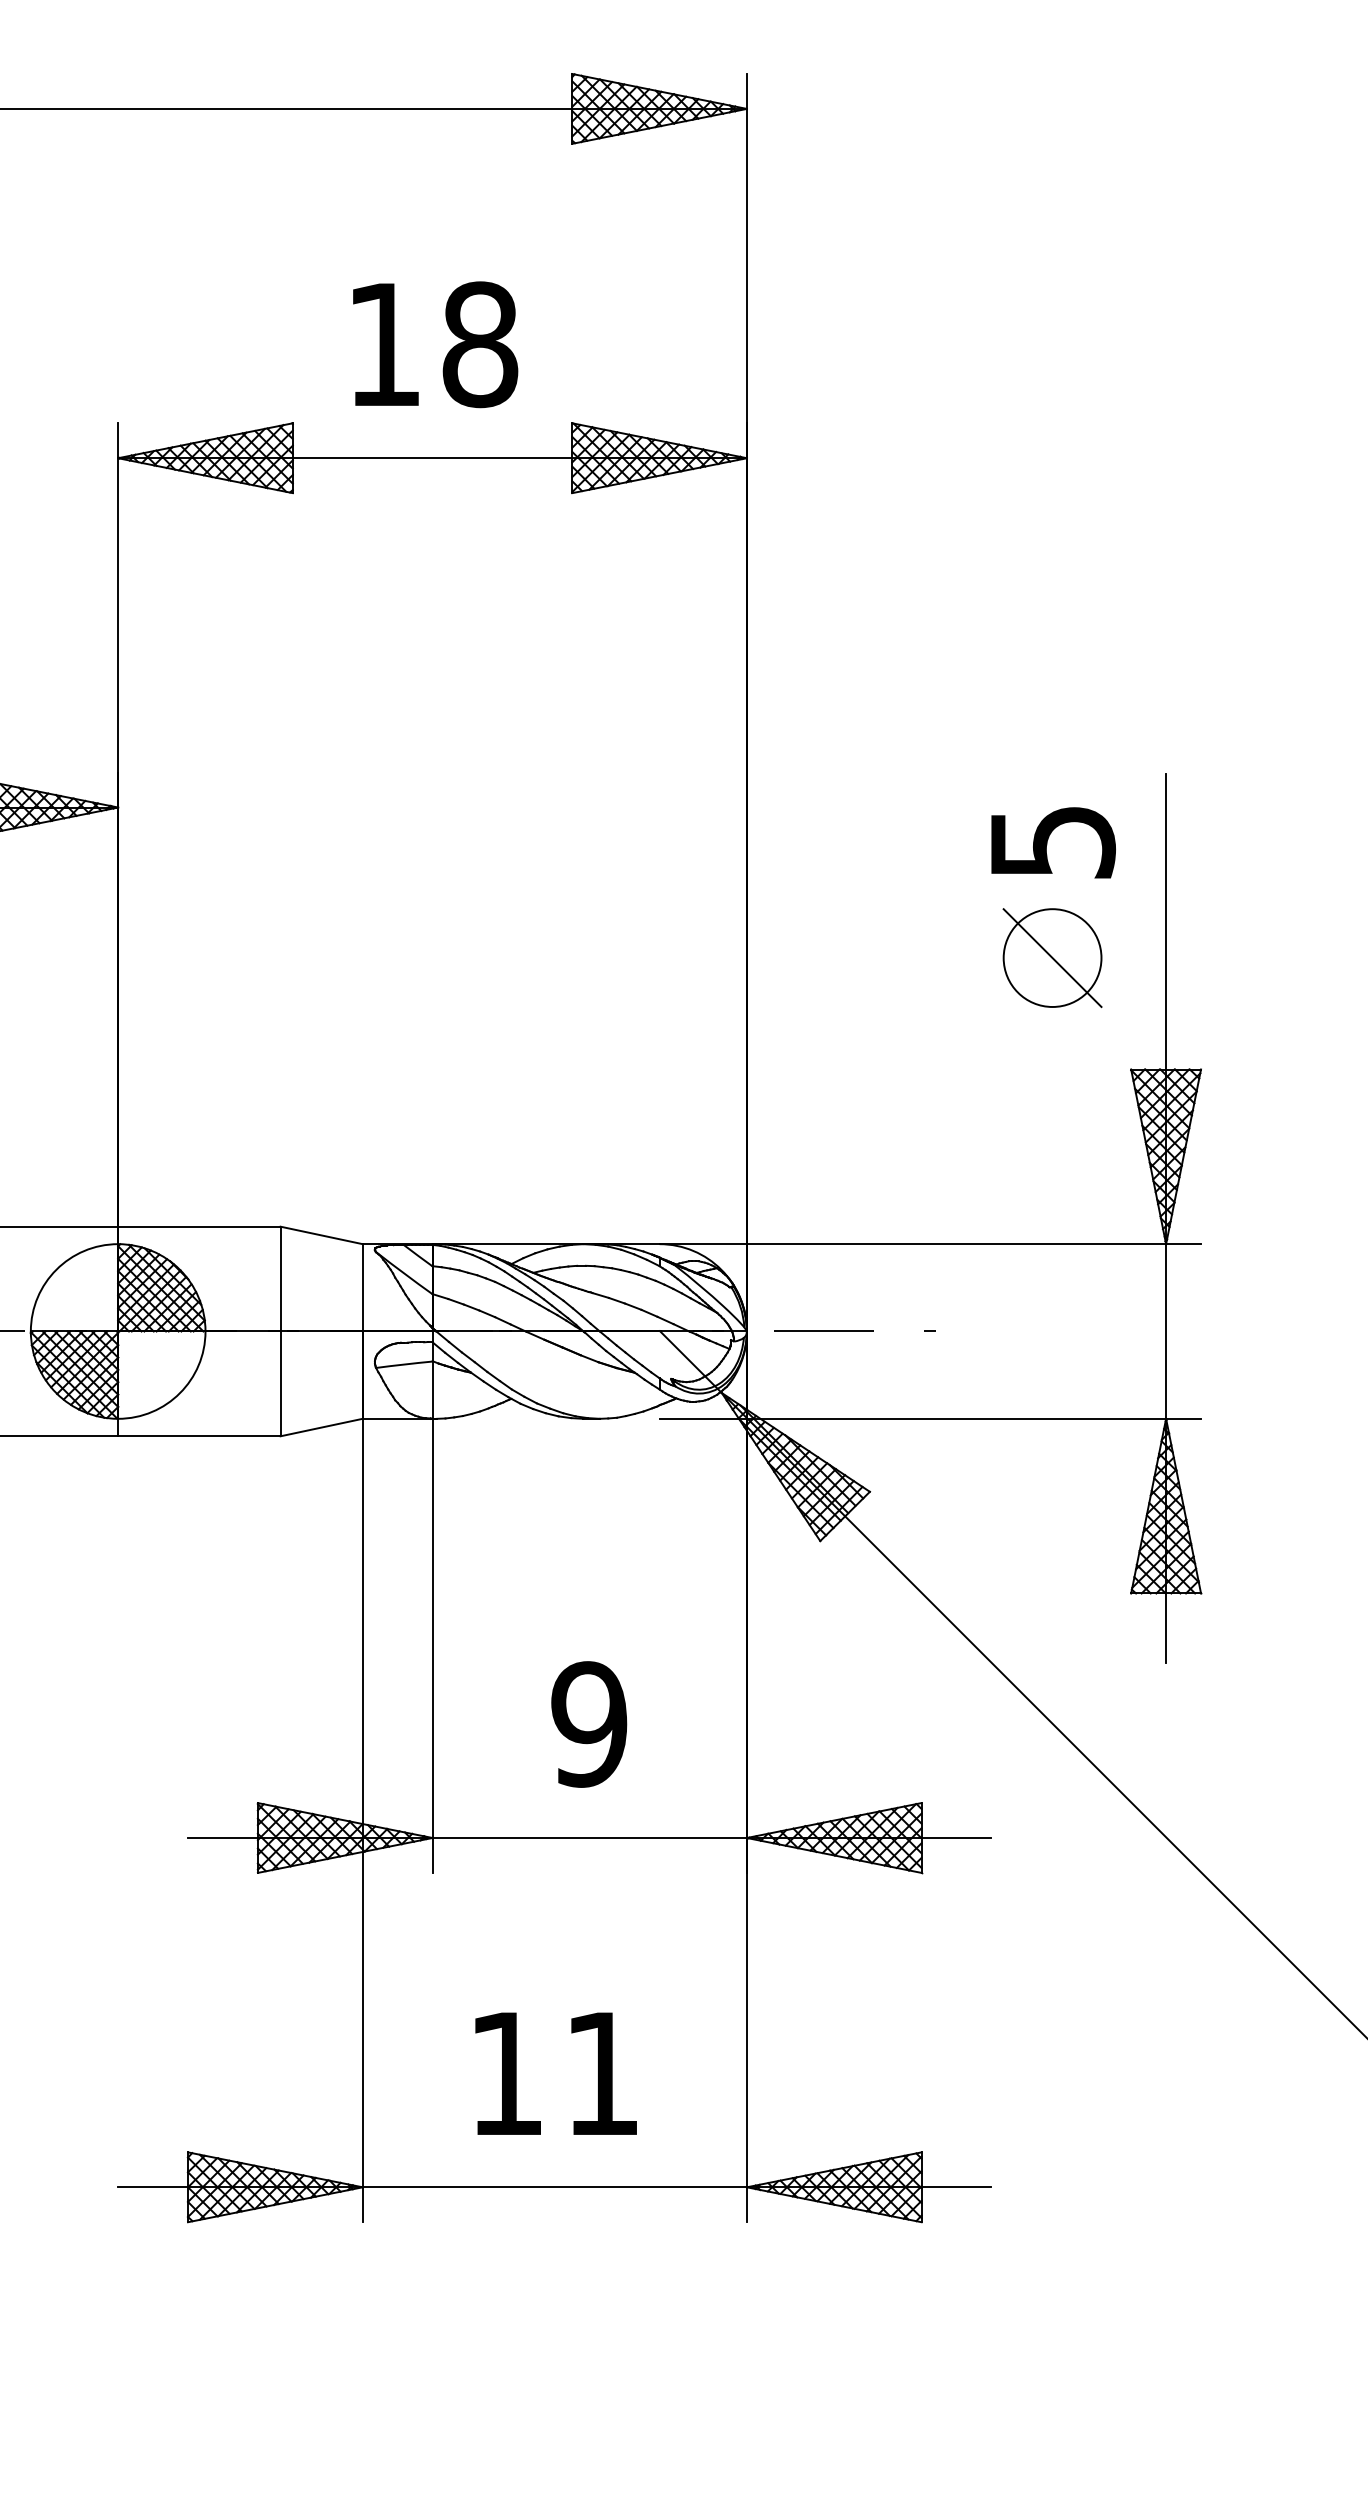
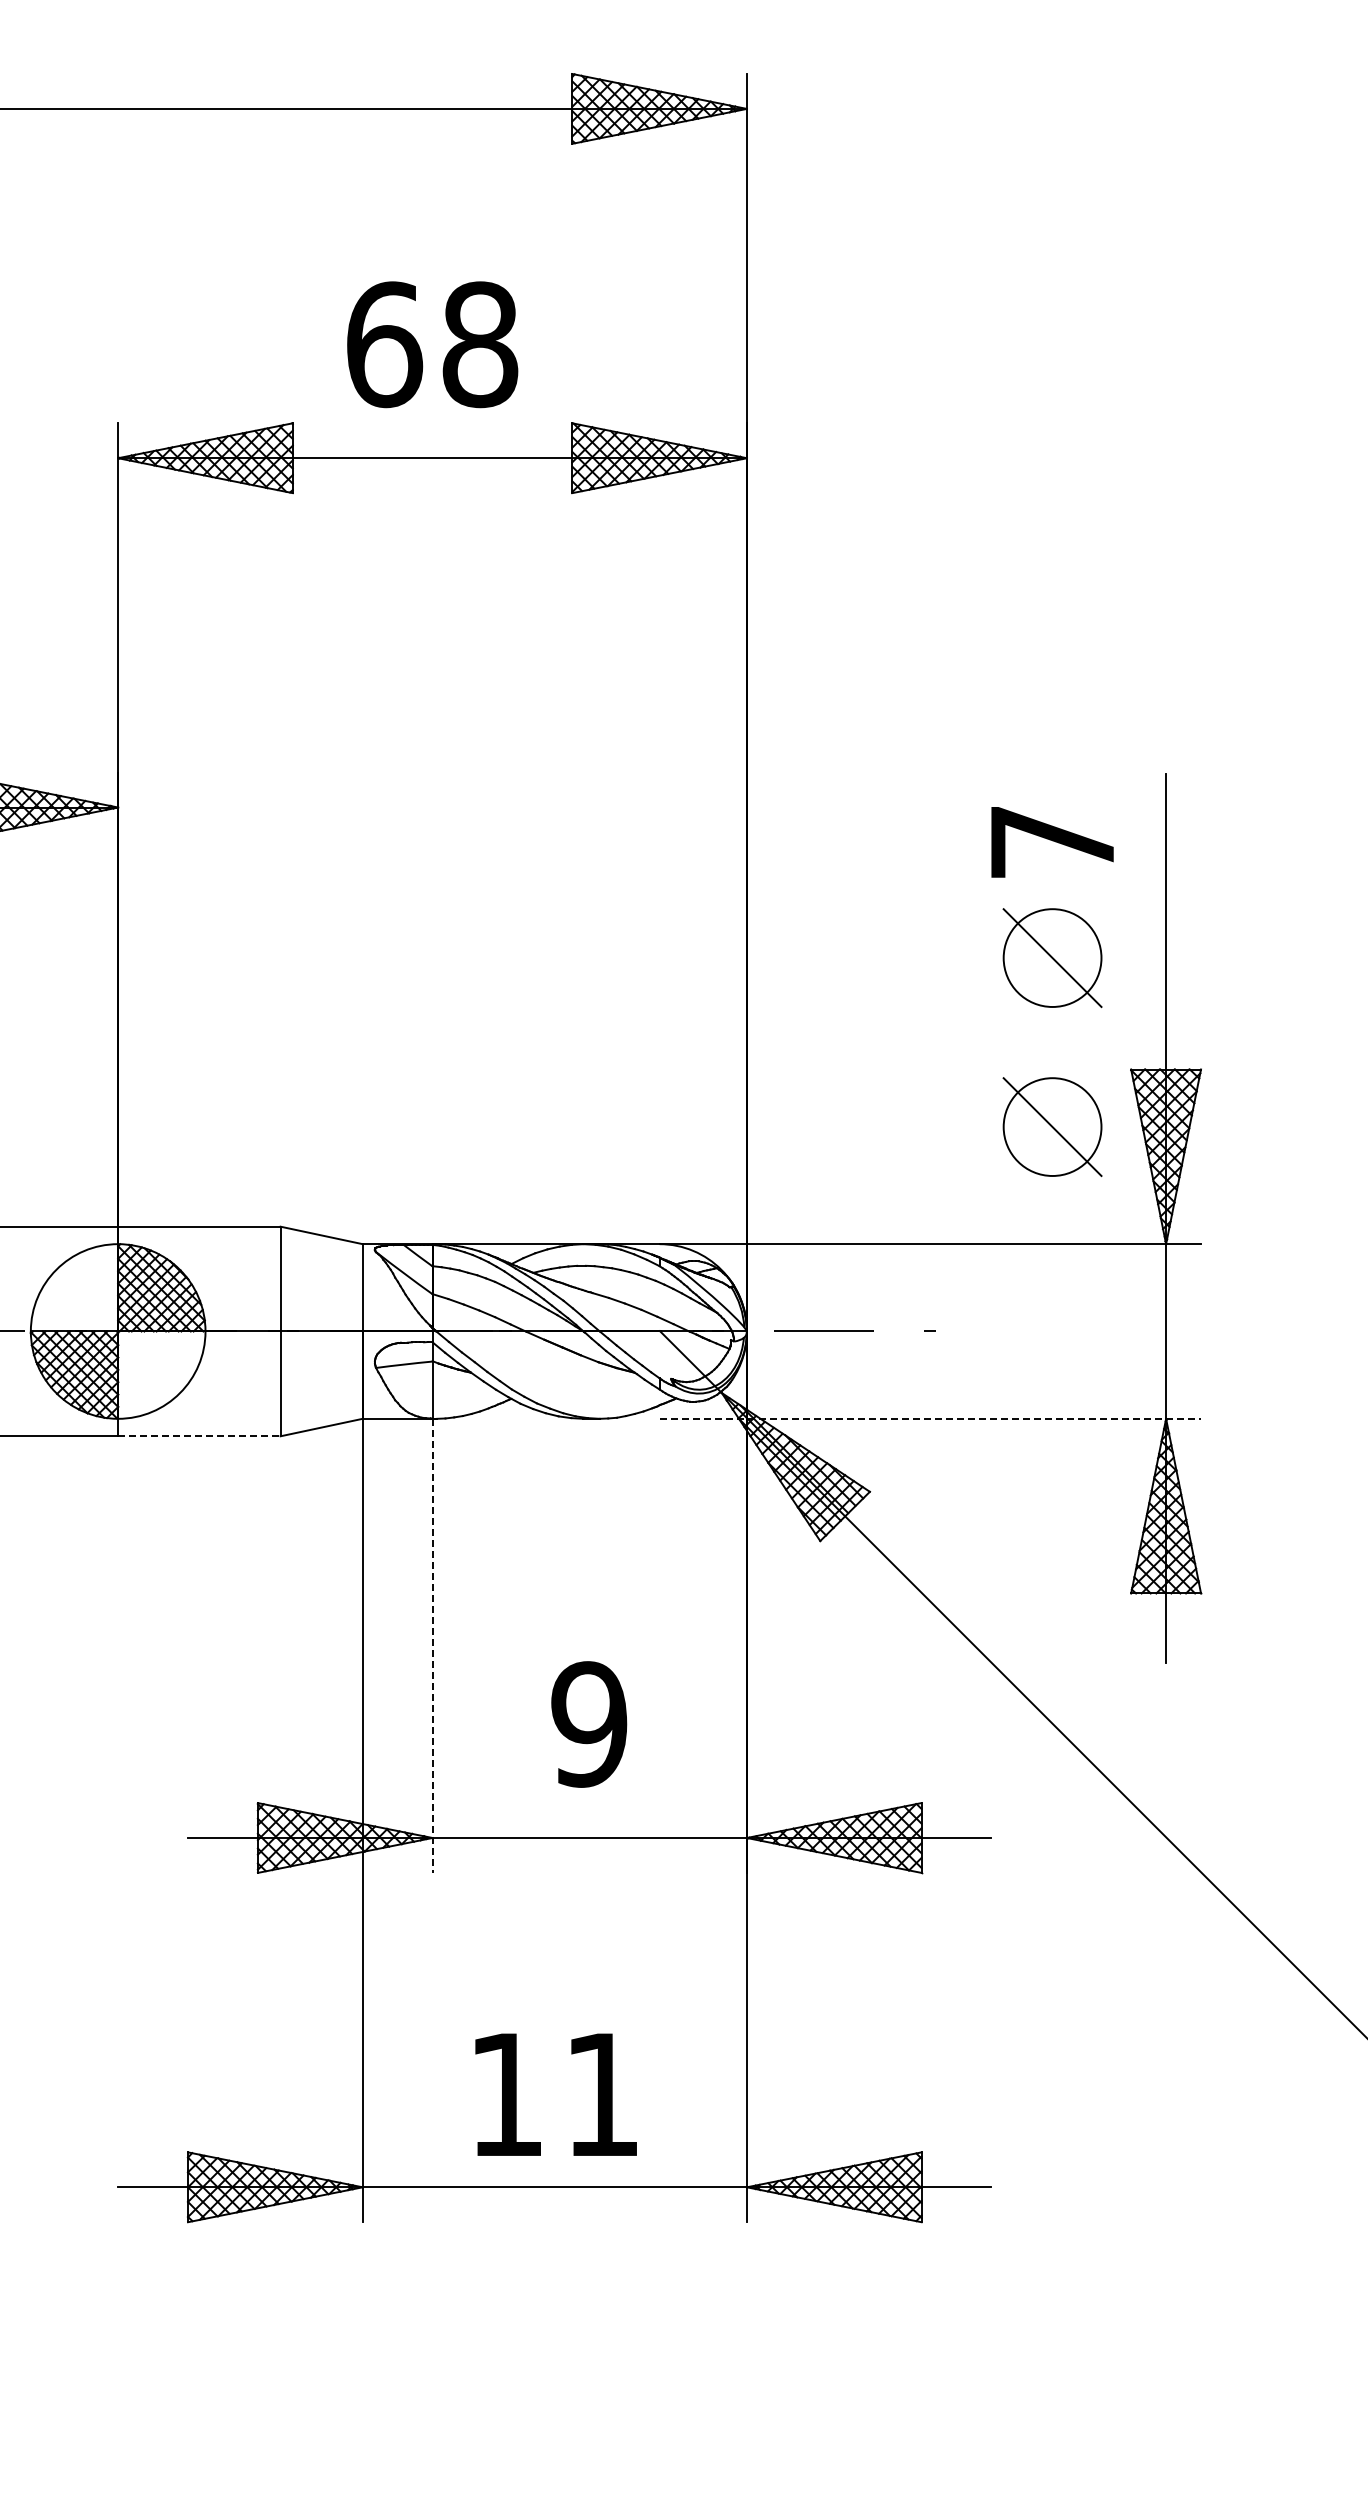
text at (385, 344): 18 -> 68
text at (1053, 842): 5 -> 7
part at (1052, 1127): none -> present
line at (930, 1418): solid -> dashed
line at (199, 1436): solid -> dashed
line at (432, 1646): solid -> dashed
text at (555, 2073) position: (555, 2073) -> (555, 2094)
